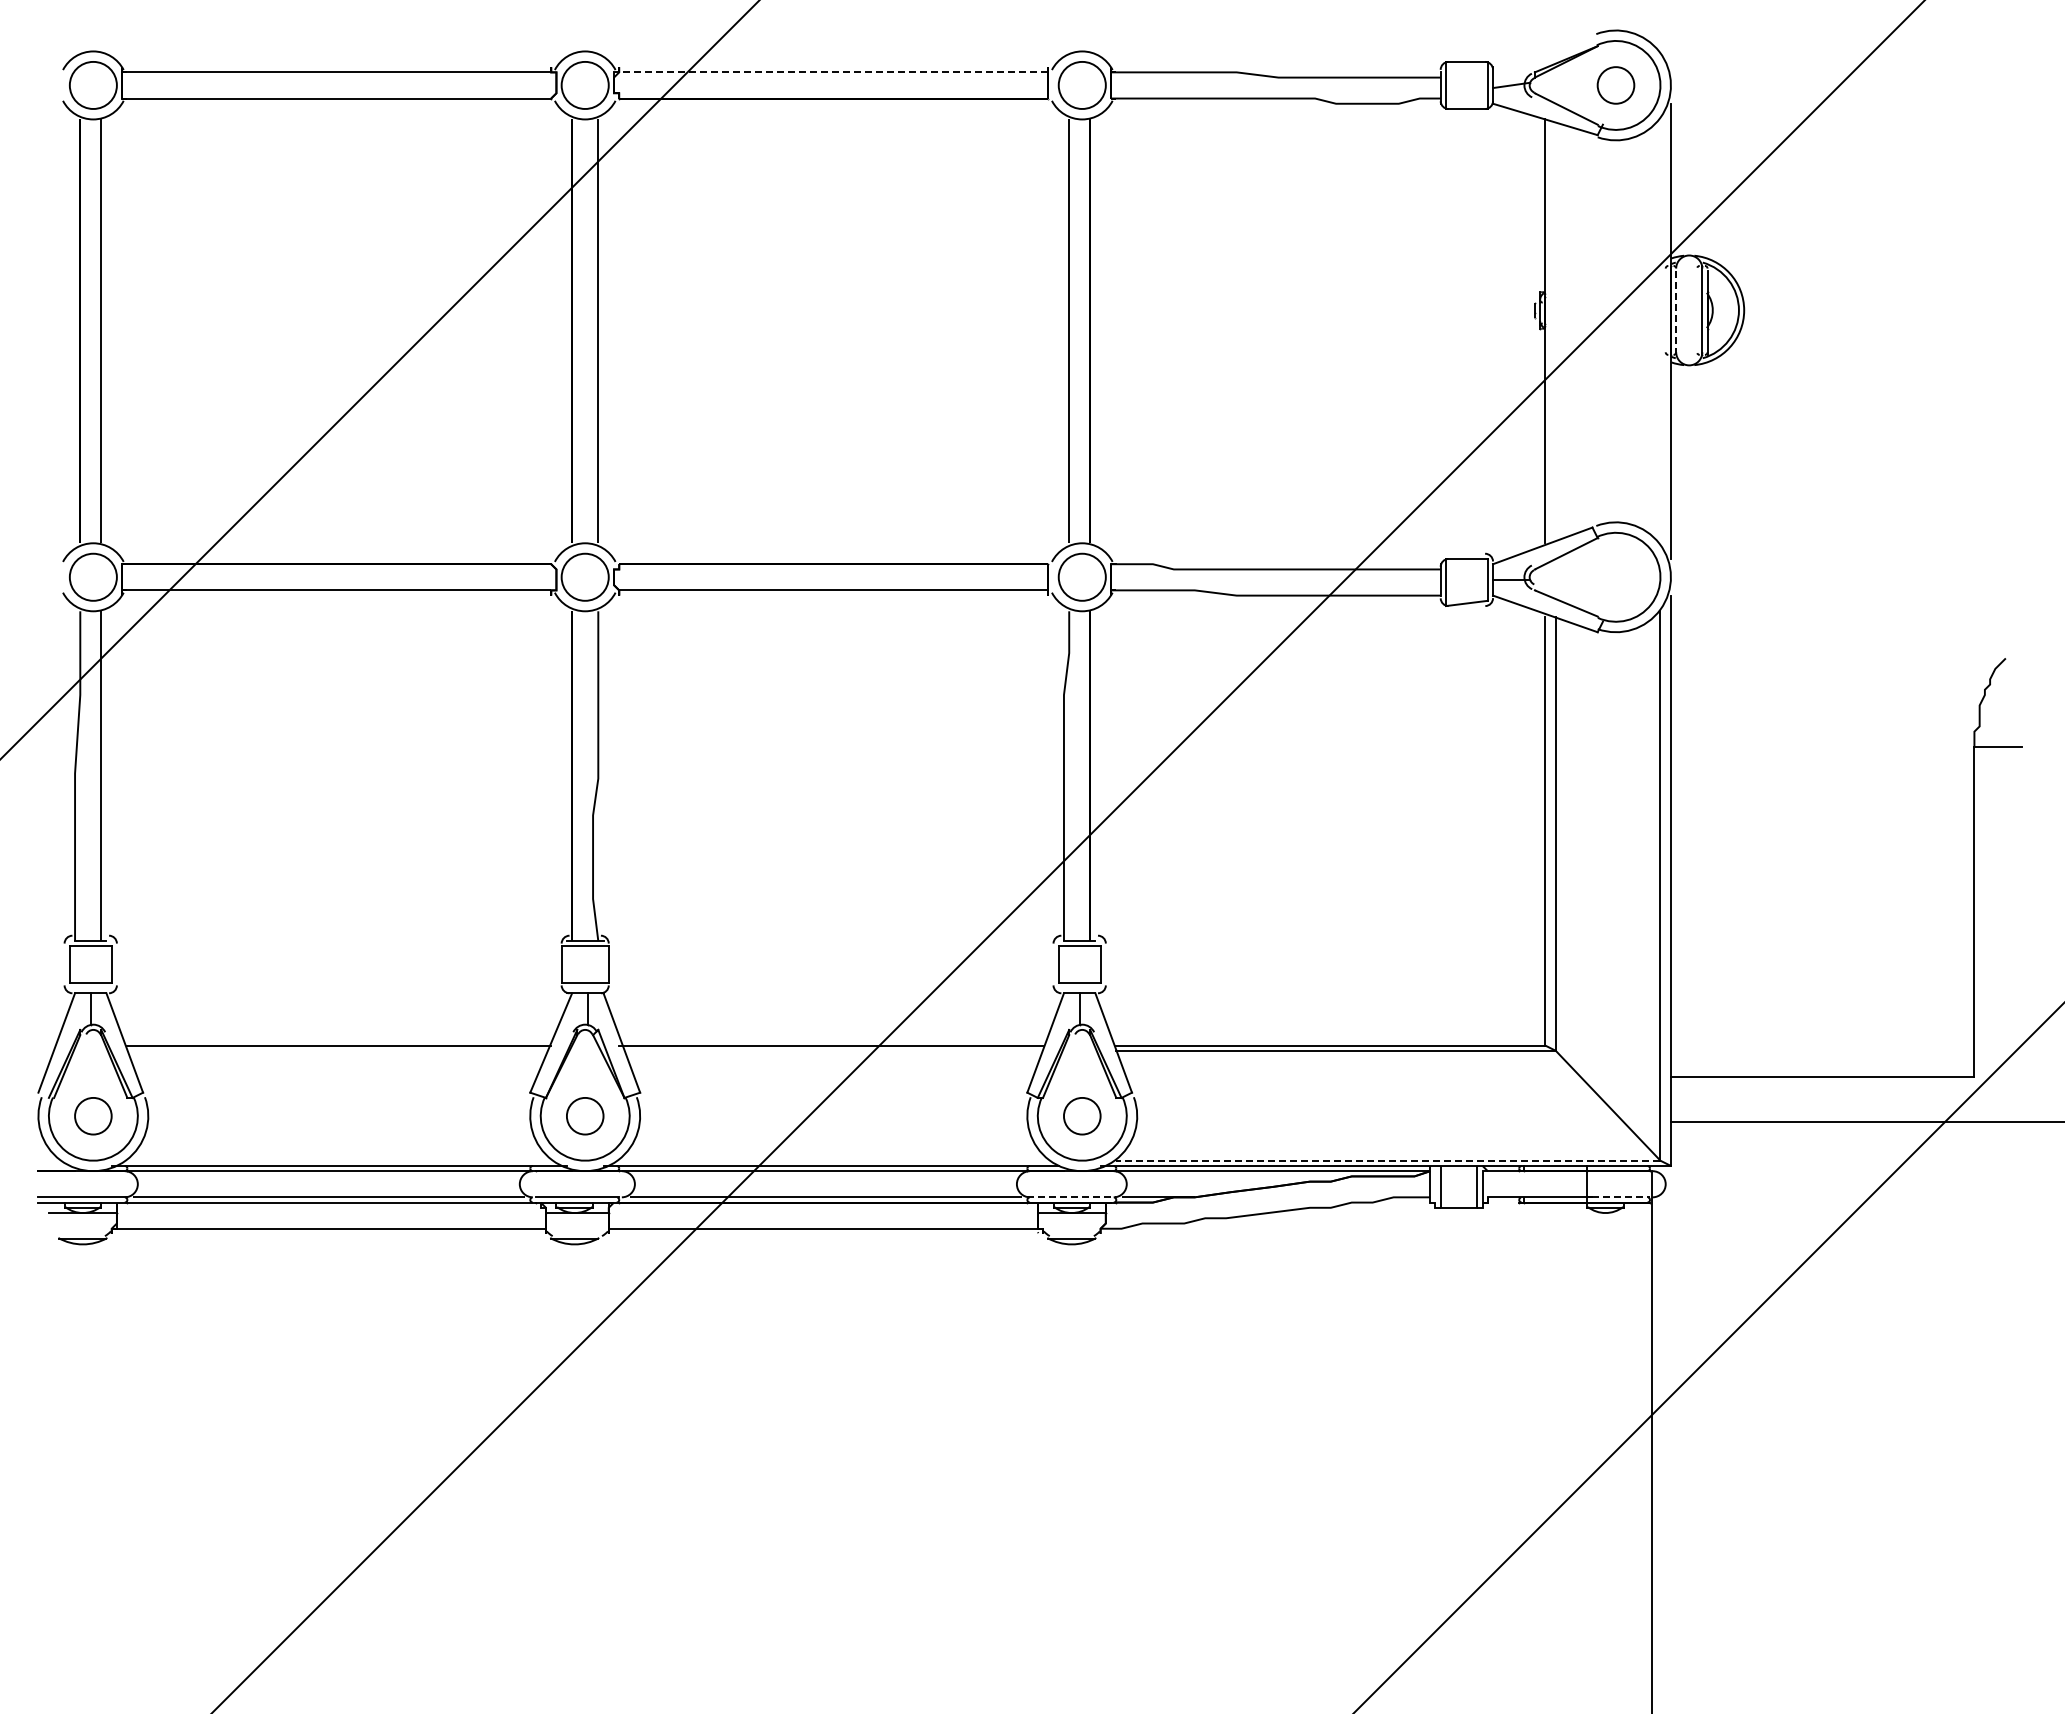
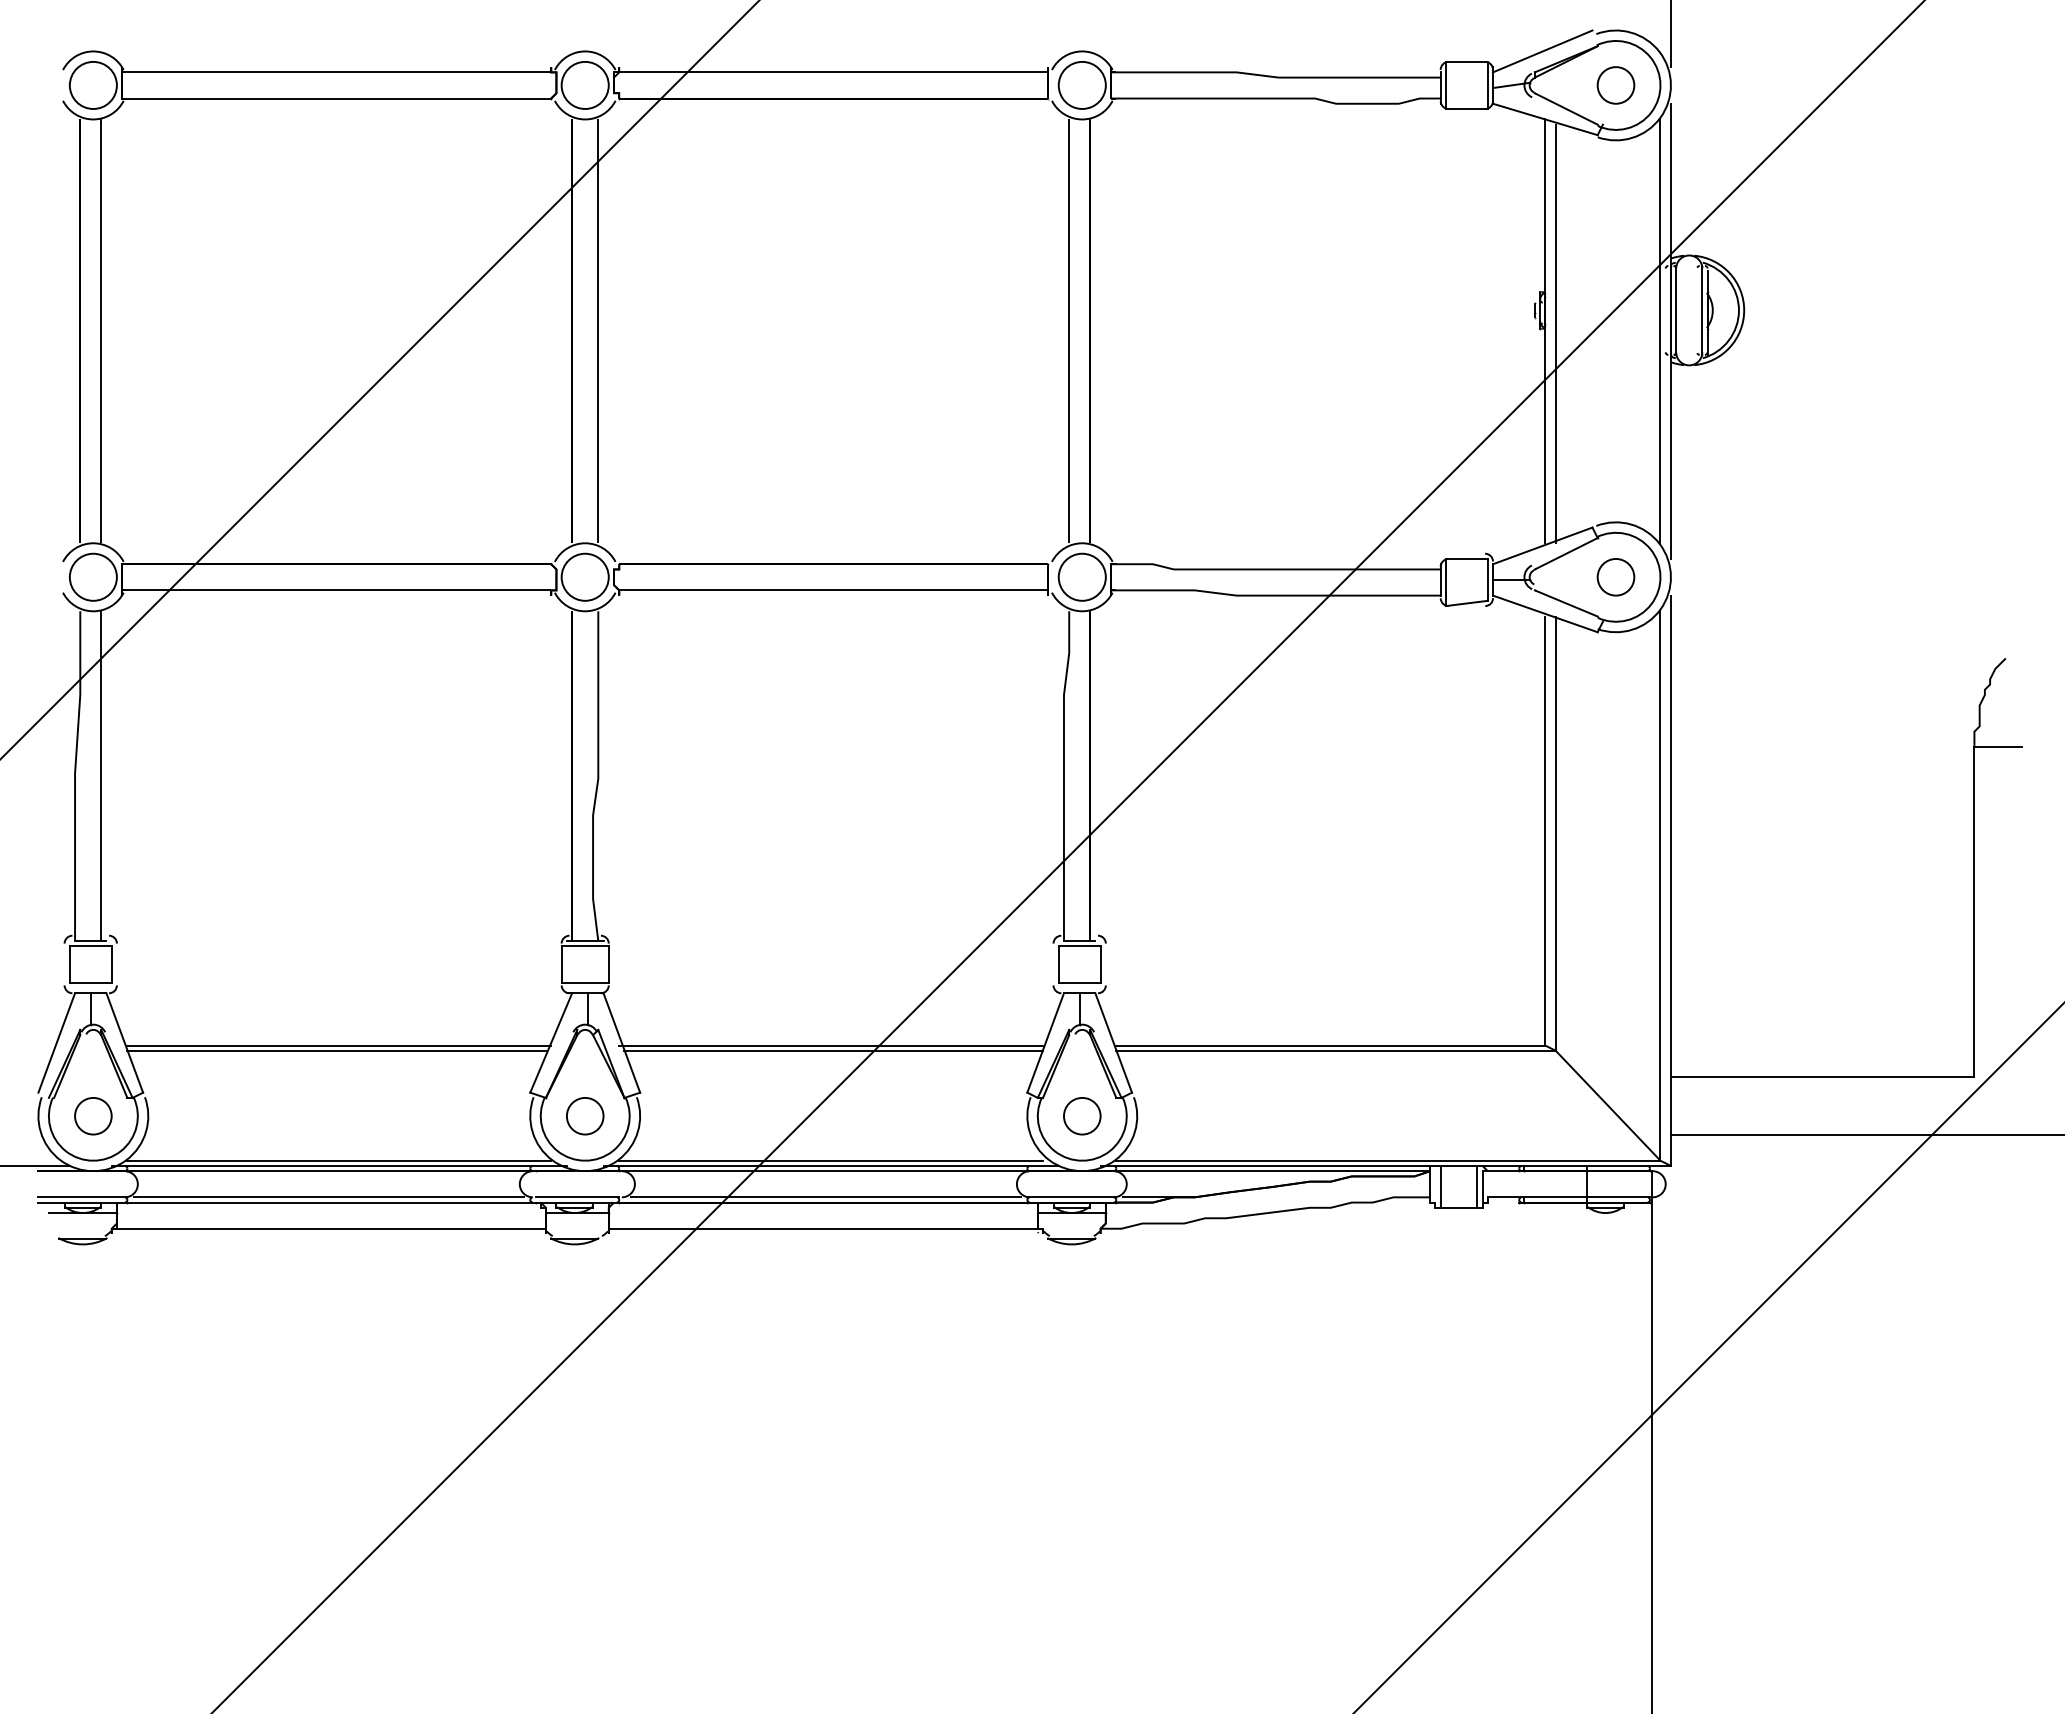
line at (1670, 34): none -> present
line at (1542, 51): none -> present
line at (833, 72): dashed -> solid
line at (1676, 309): dashed -> solid
line at (1660, 331): none -> present
line at (1555, 333): none -> present
part at (1615, 577): none -> present
line at (336, 1050): none -> present
line at (833, 1050): none -> present
line at (1865, 1121) position: (1865, 1121) -> (1865, 1134)
line at (339, 1160): none -> present
line at (831, 1160): none -> present
line at (1387, 1160): dashed -> solid
line at (35, 1165): none -> present
line at (1072, 1197): dashed -> solid
line at (1621, 1197): dashed -> solid
